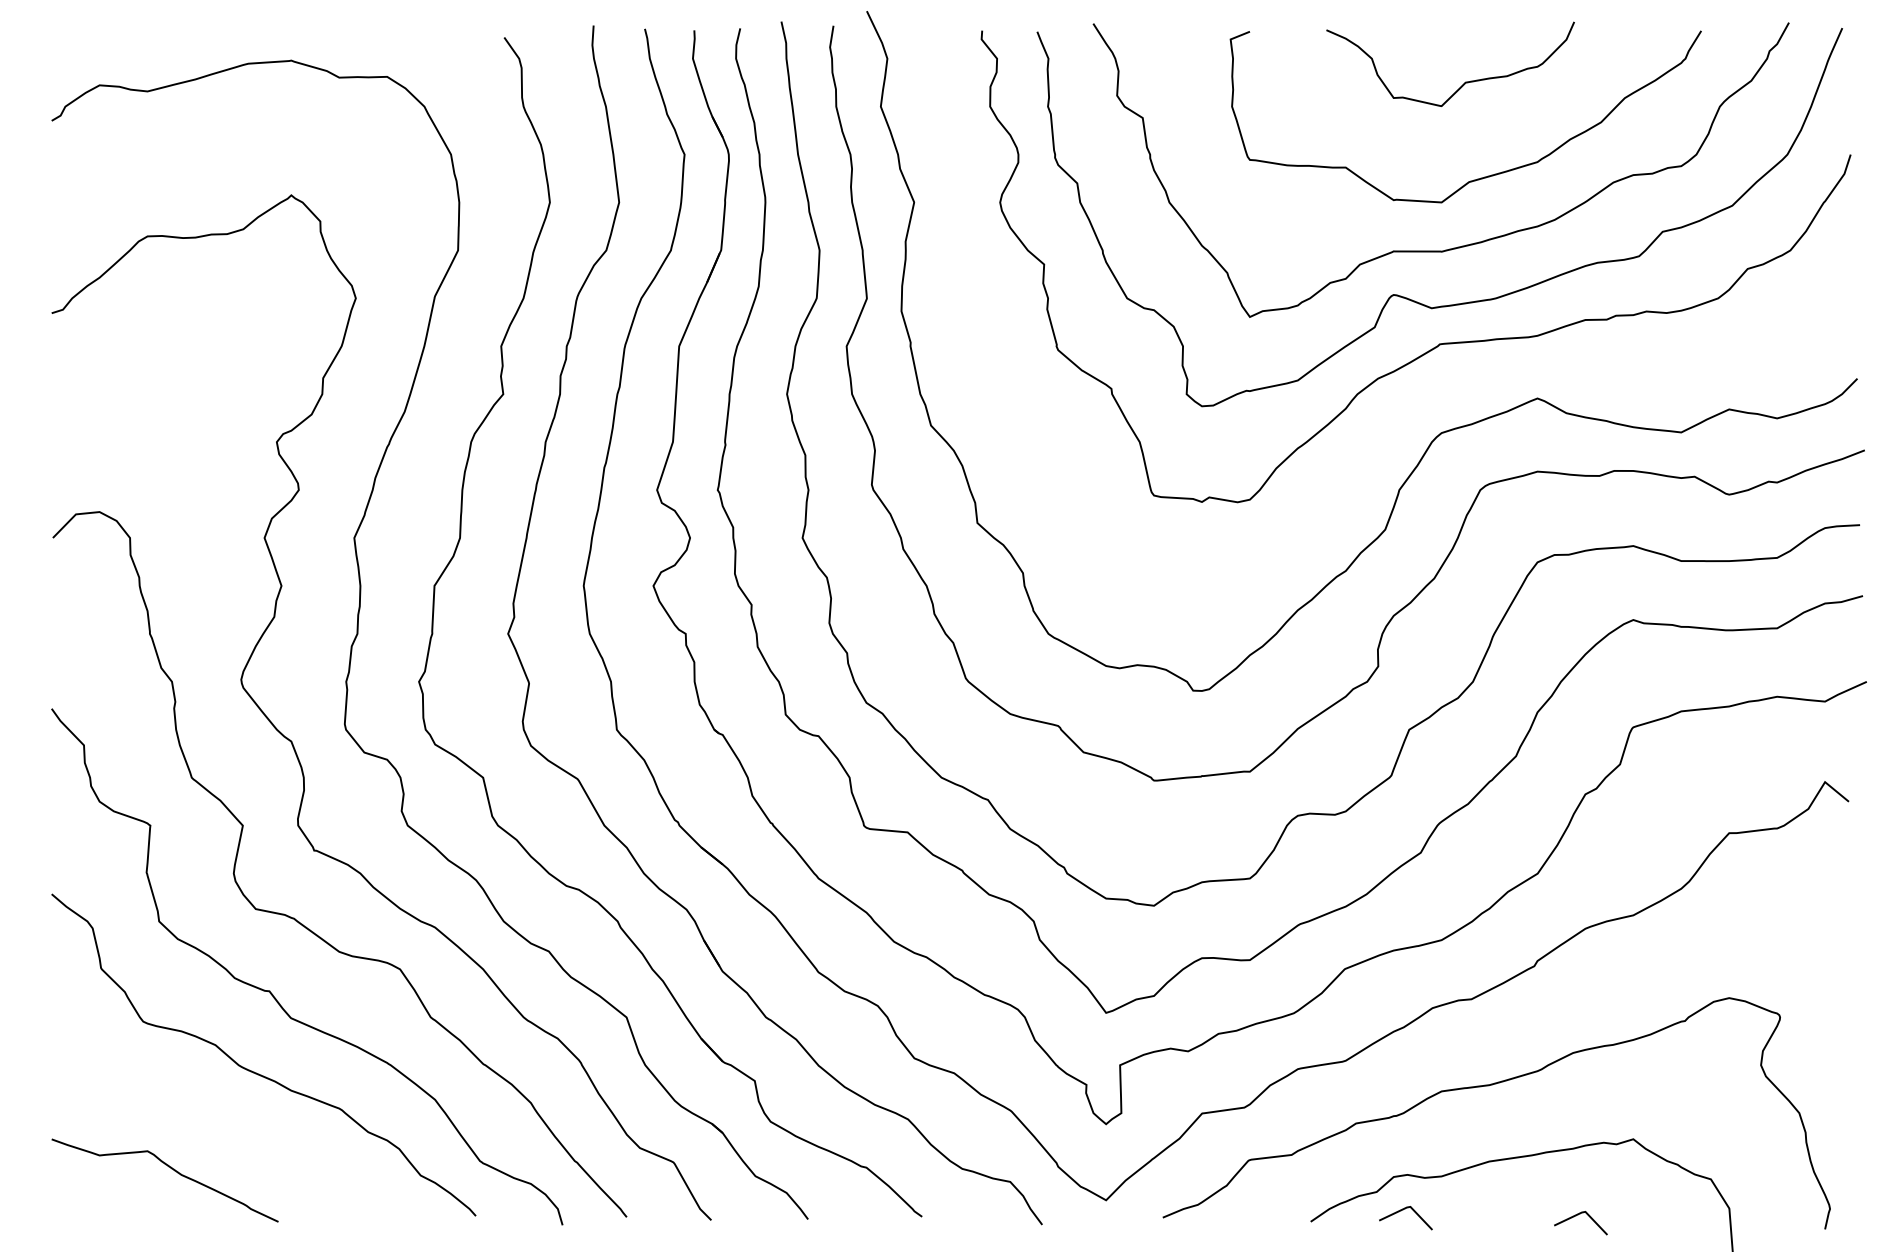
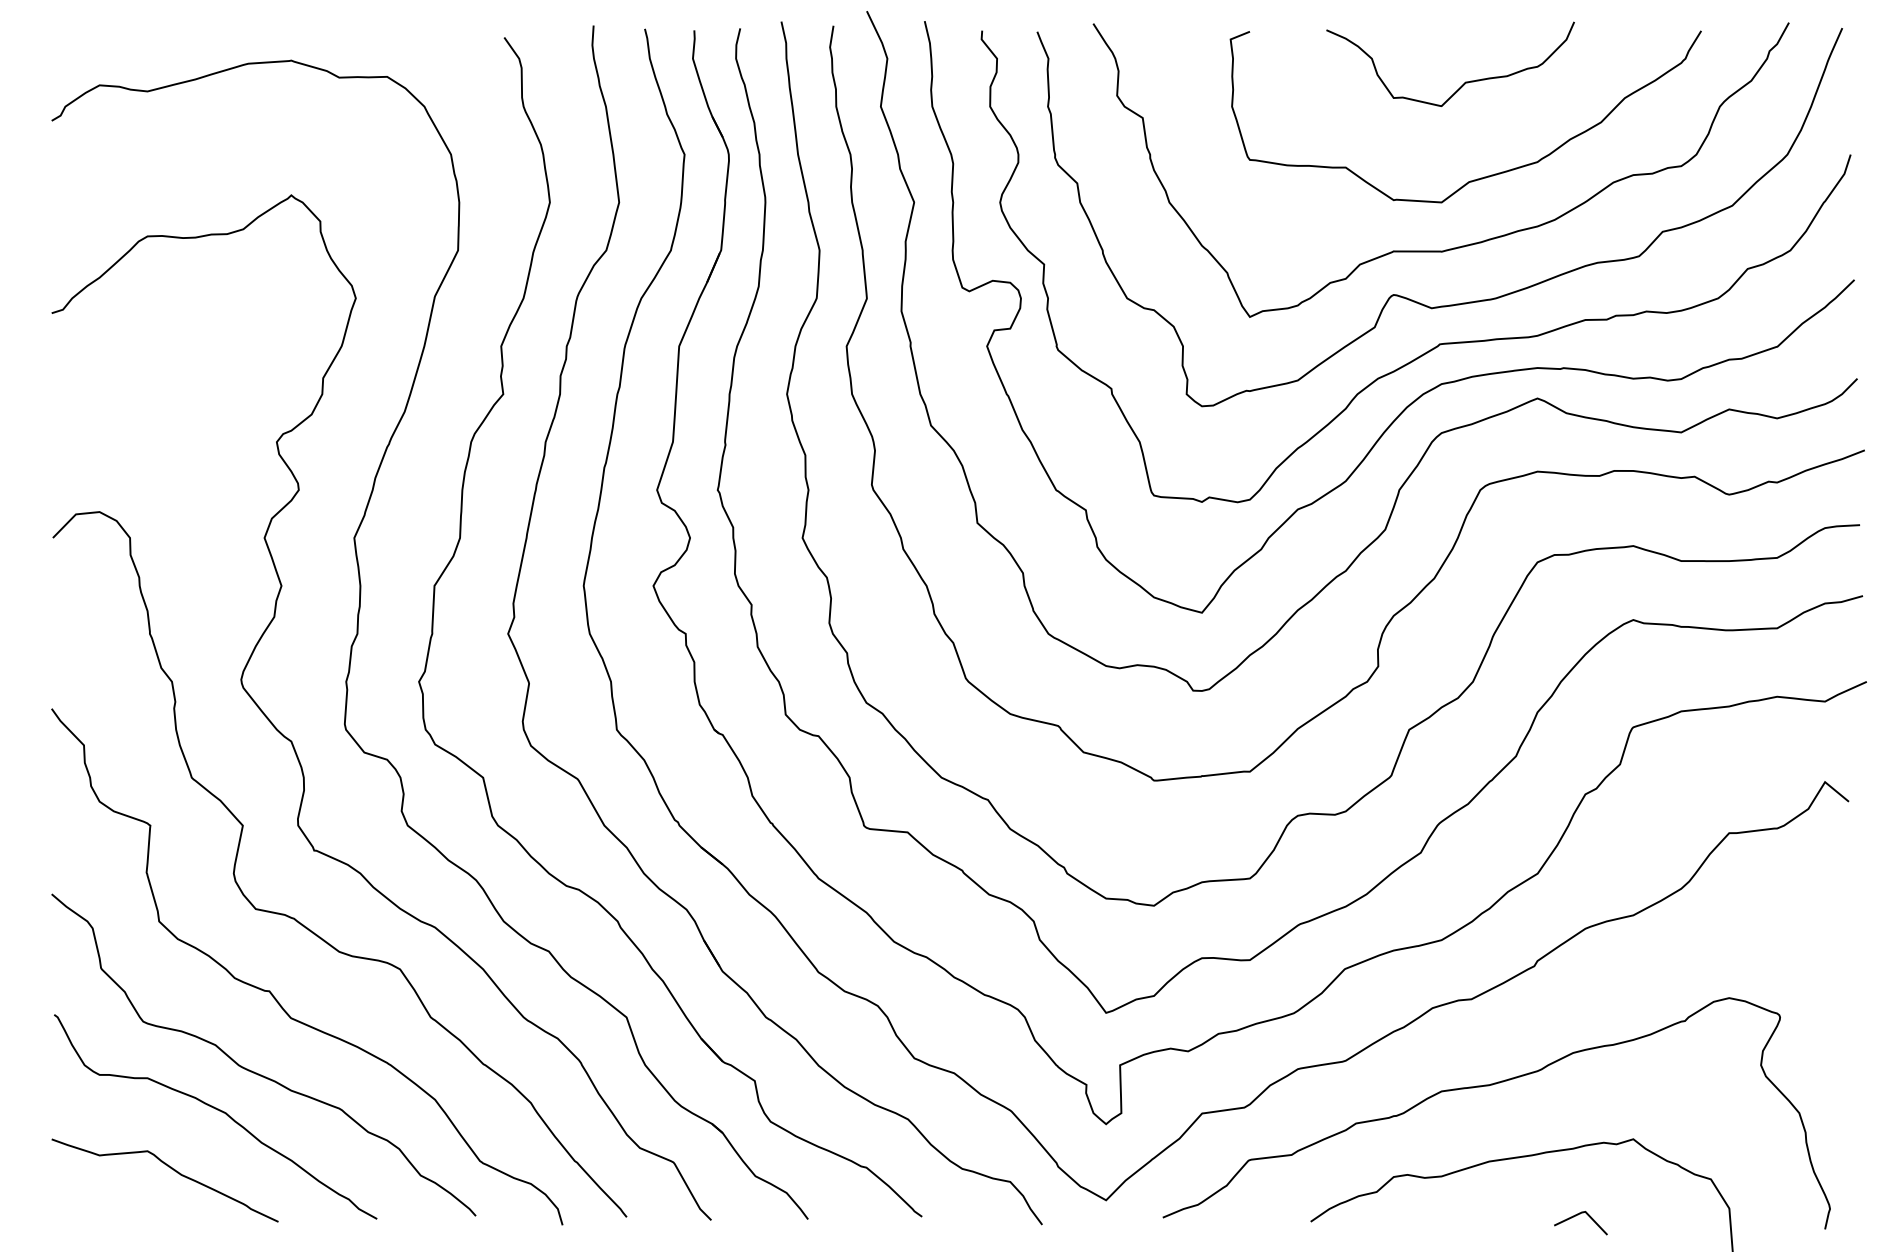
curve at (1427, 390): none -> present
curve at (217, 1110): none -> present
line at (1401, 1211): present -> none
